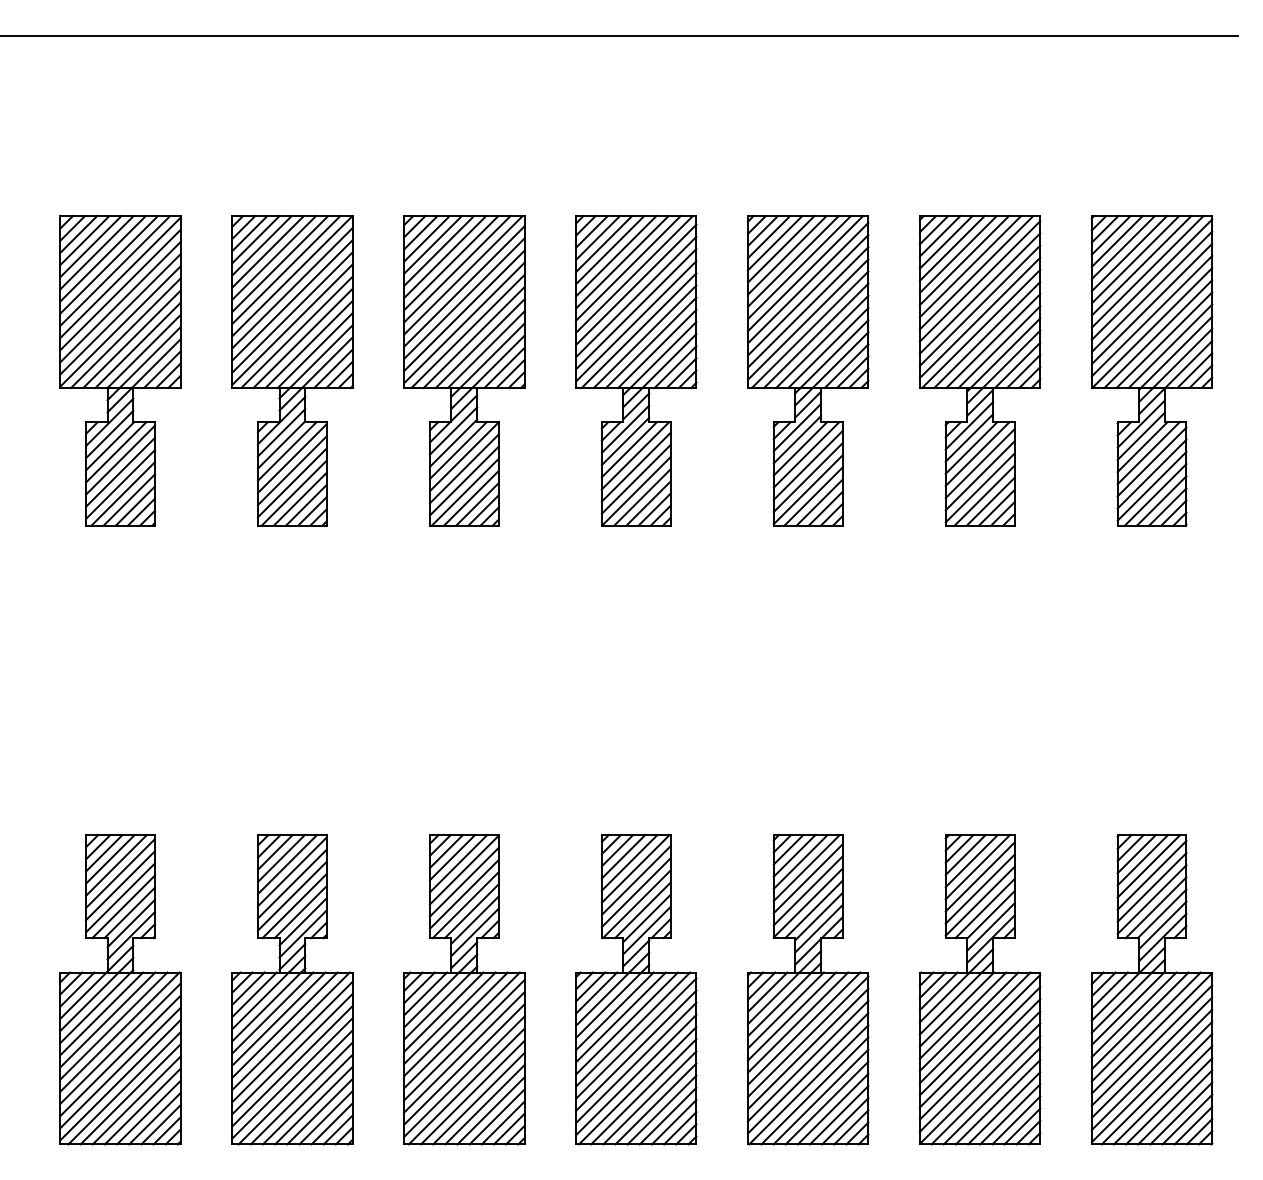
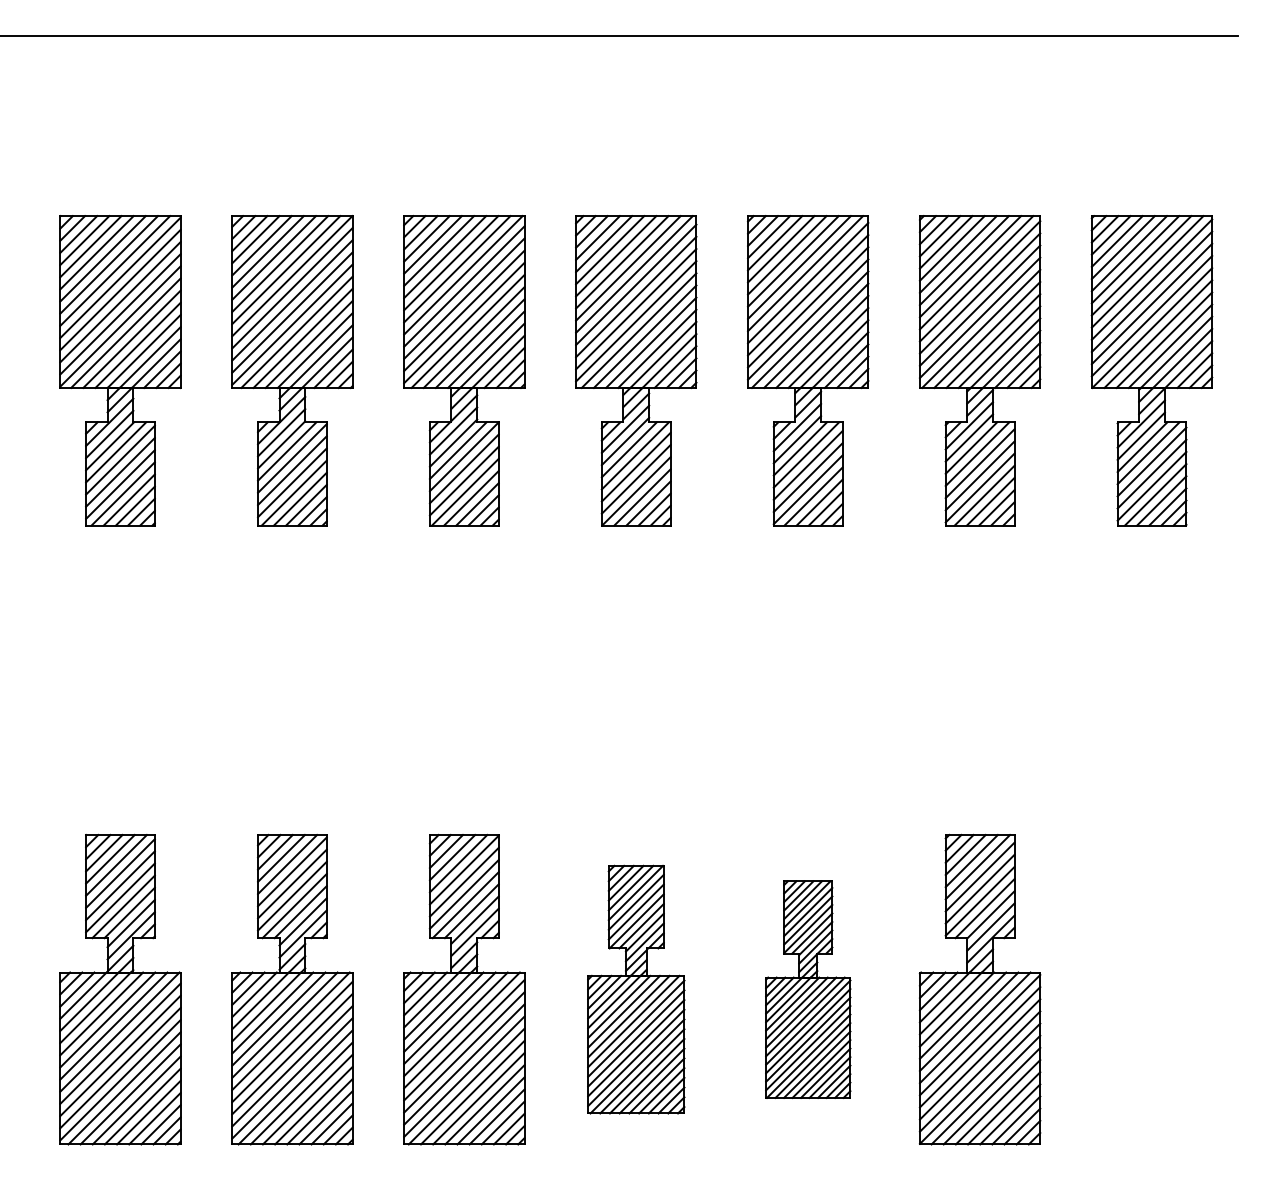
part at (636, 989) size: 123x313 px -> 99x251 px
part at (808, 989) size: 123x313 px -> 87x219 px
part at (1151, 989): present -> none
